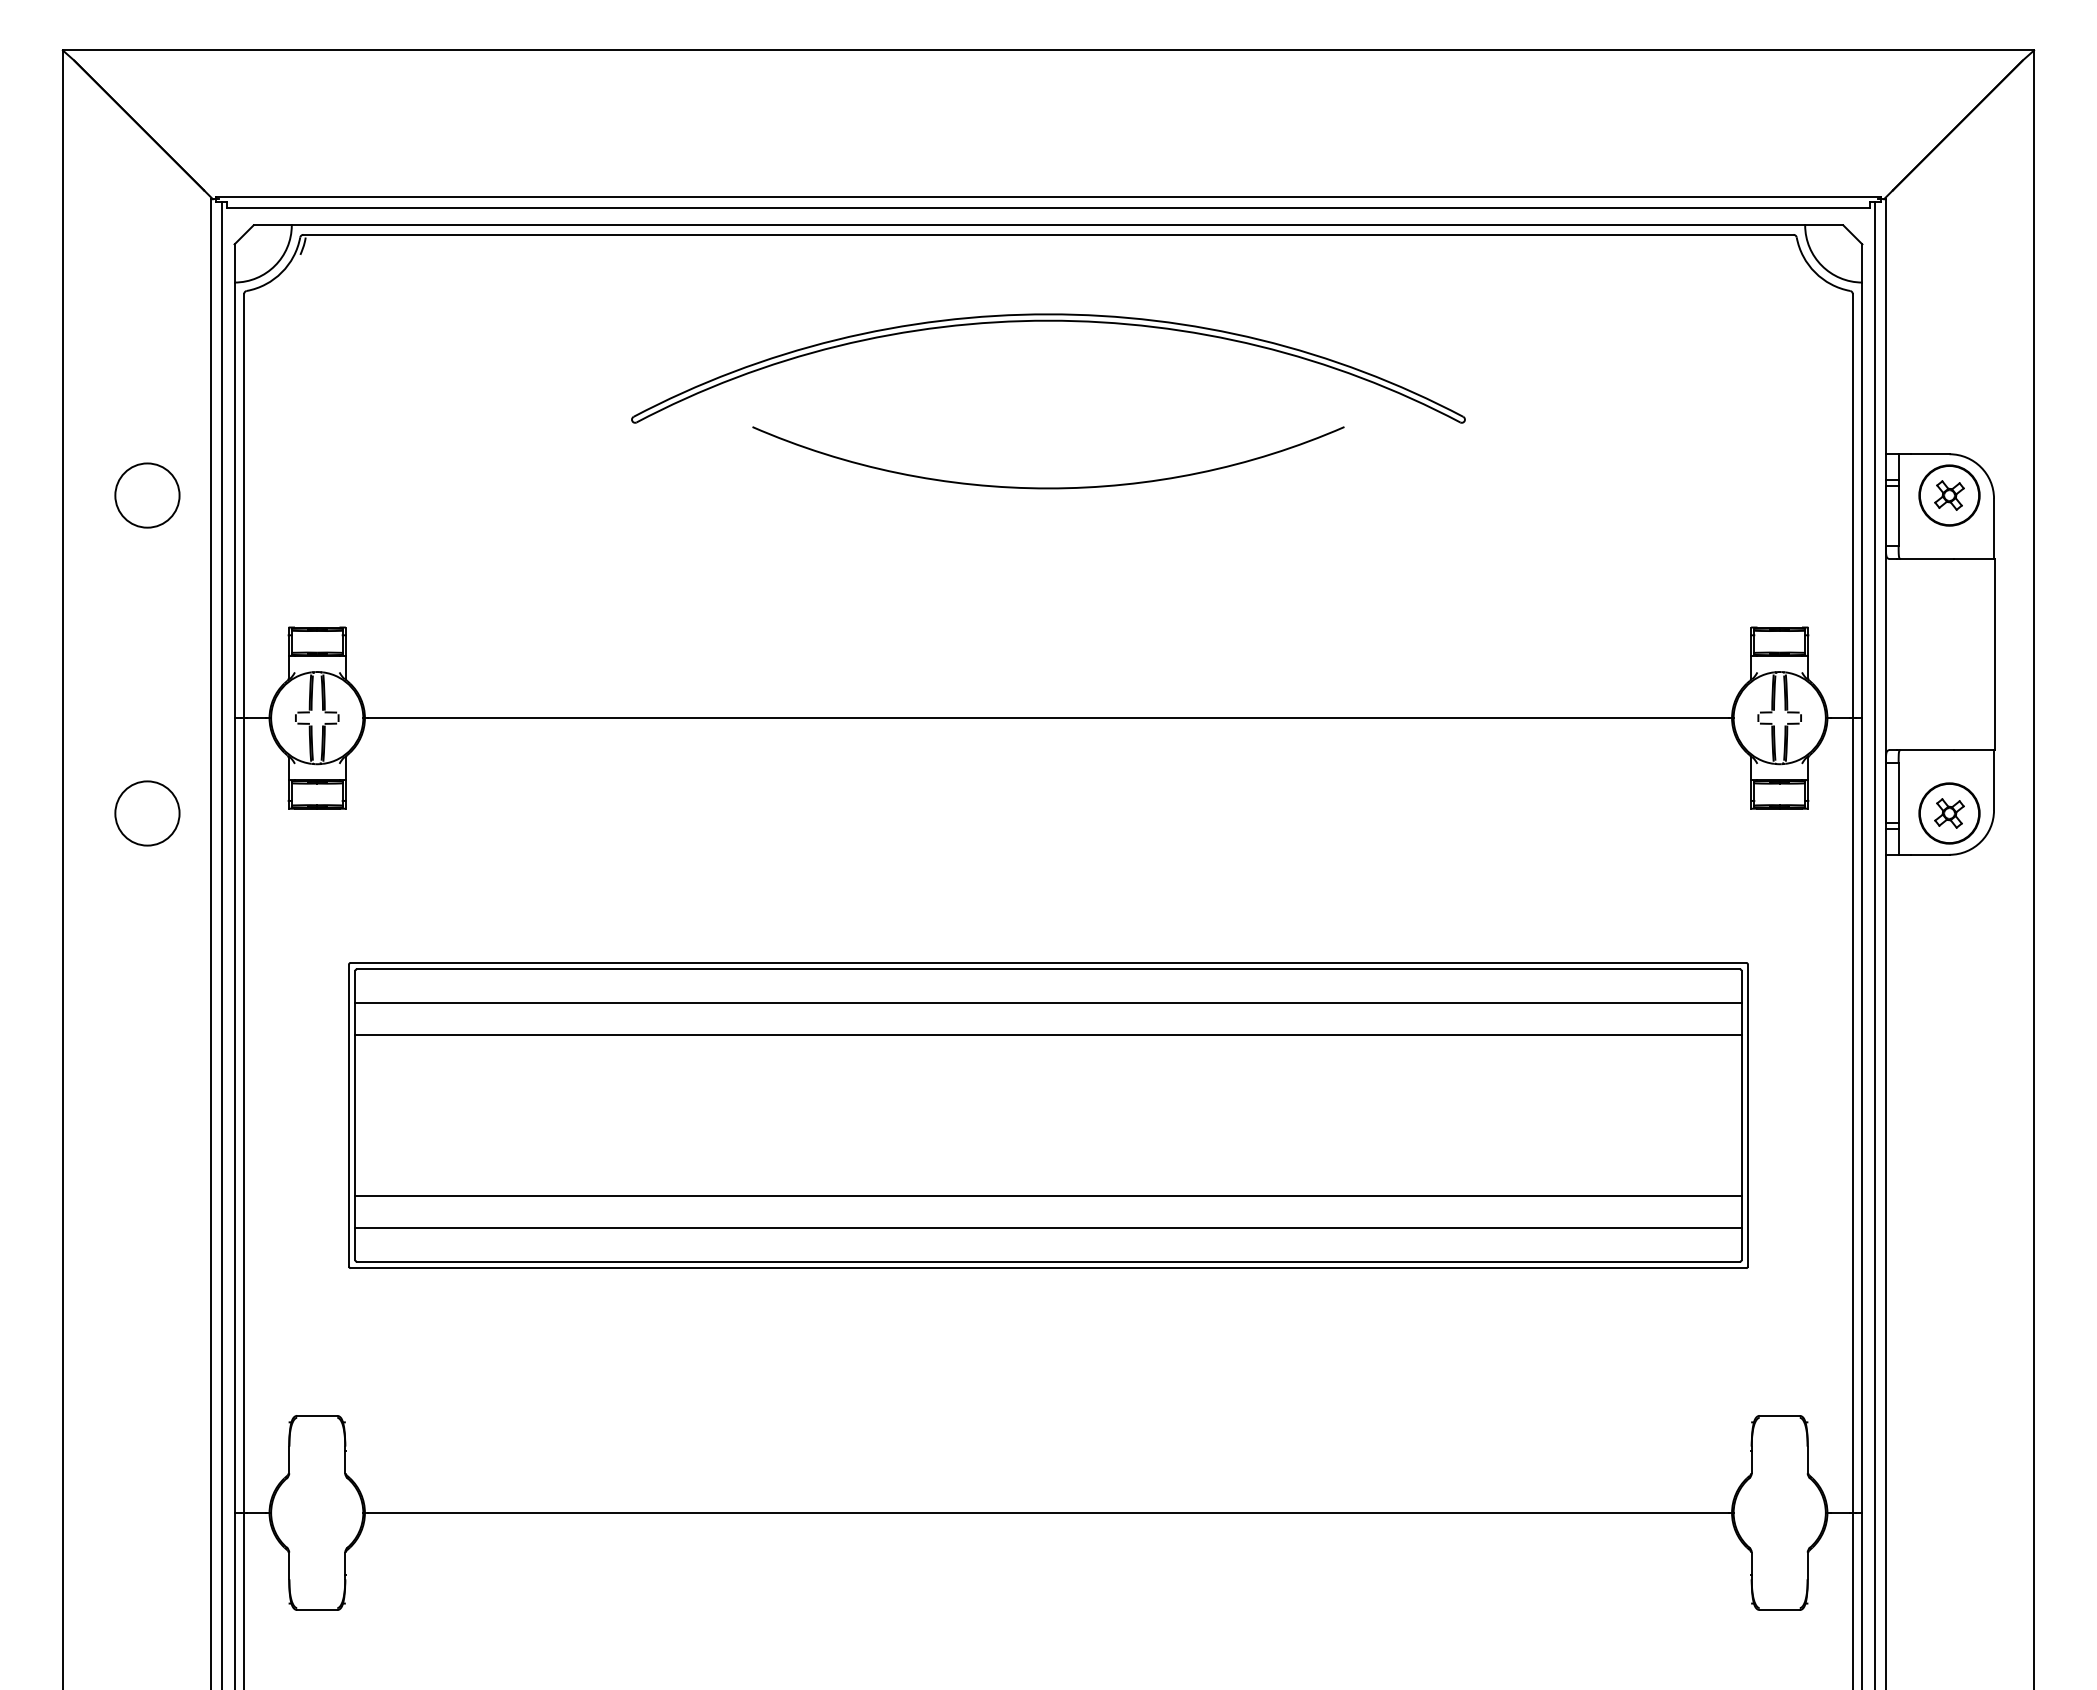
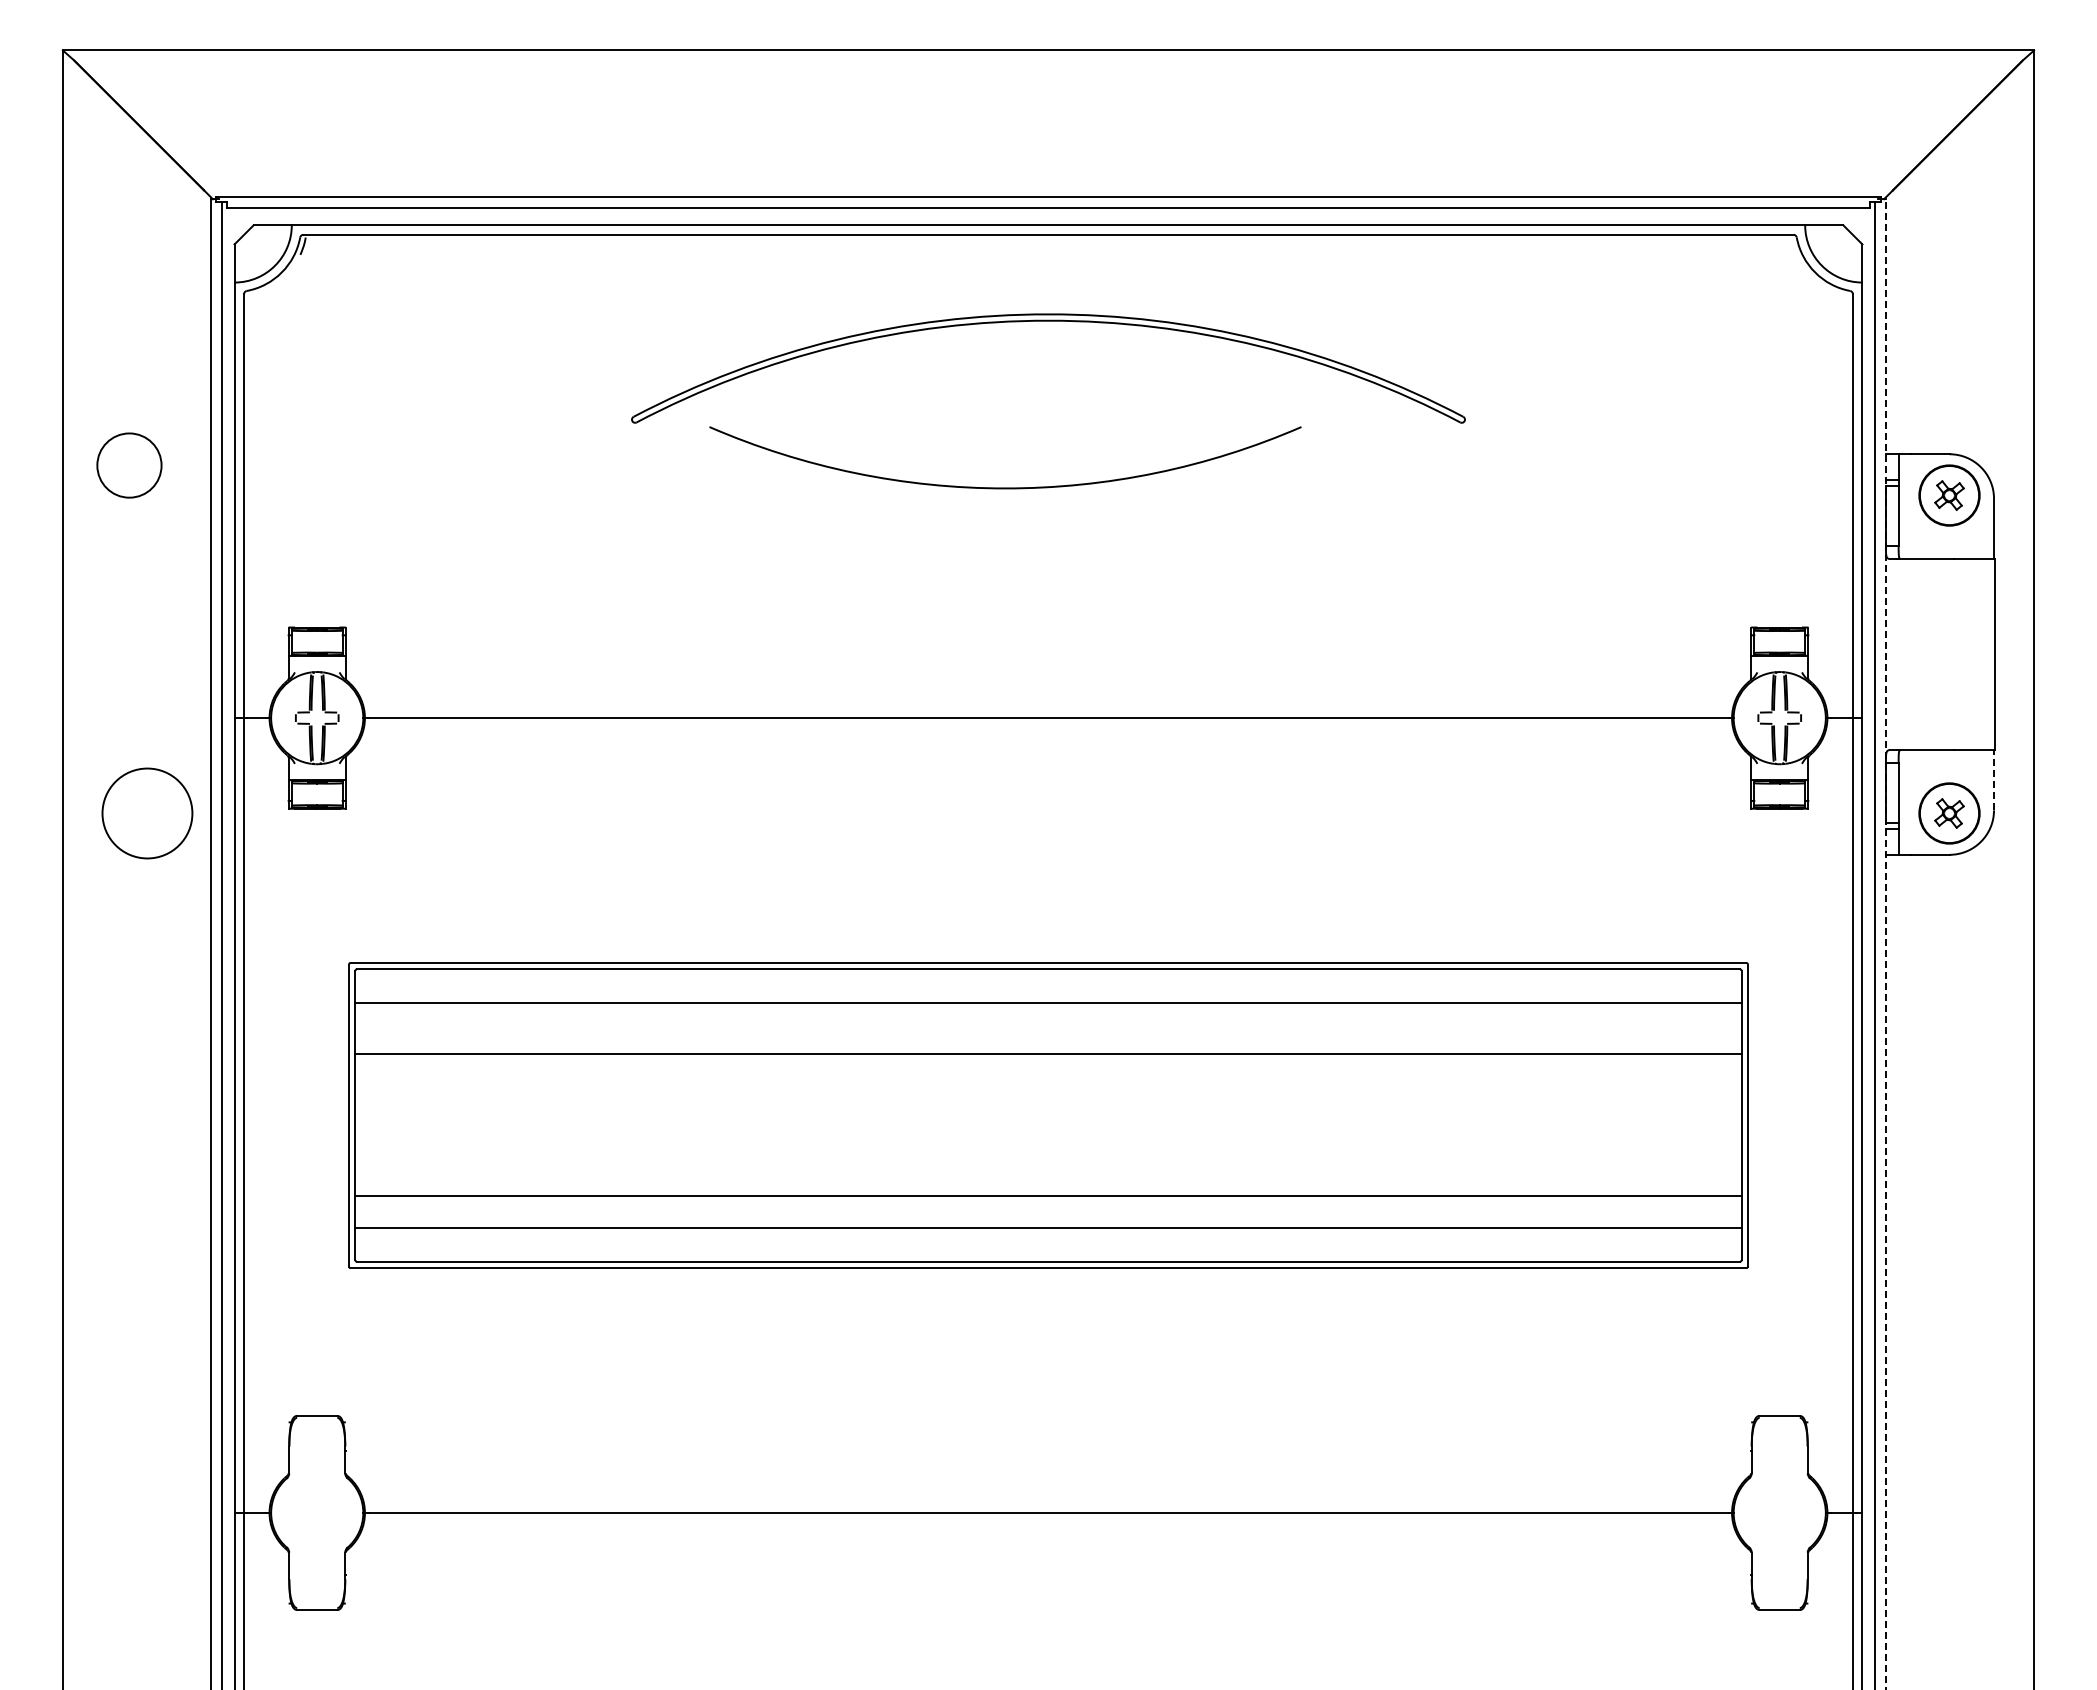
arc at (1048, 487) position: (1048, 487) -> (1005, 487)
circle at (147, 495) position: (147, 495) -> (129, 465)
line at (1994, 779): solid -> dashed
circle at (147, 813) diameter: 64 px -> 90 px
line at (1885, 944): solid -> dashed
line at (1048, 1034) position: (1048, 1034) -> (1048, 1053)
